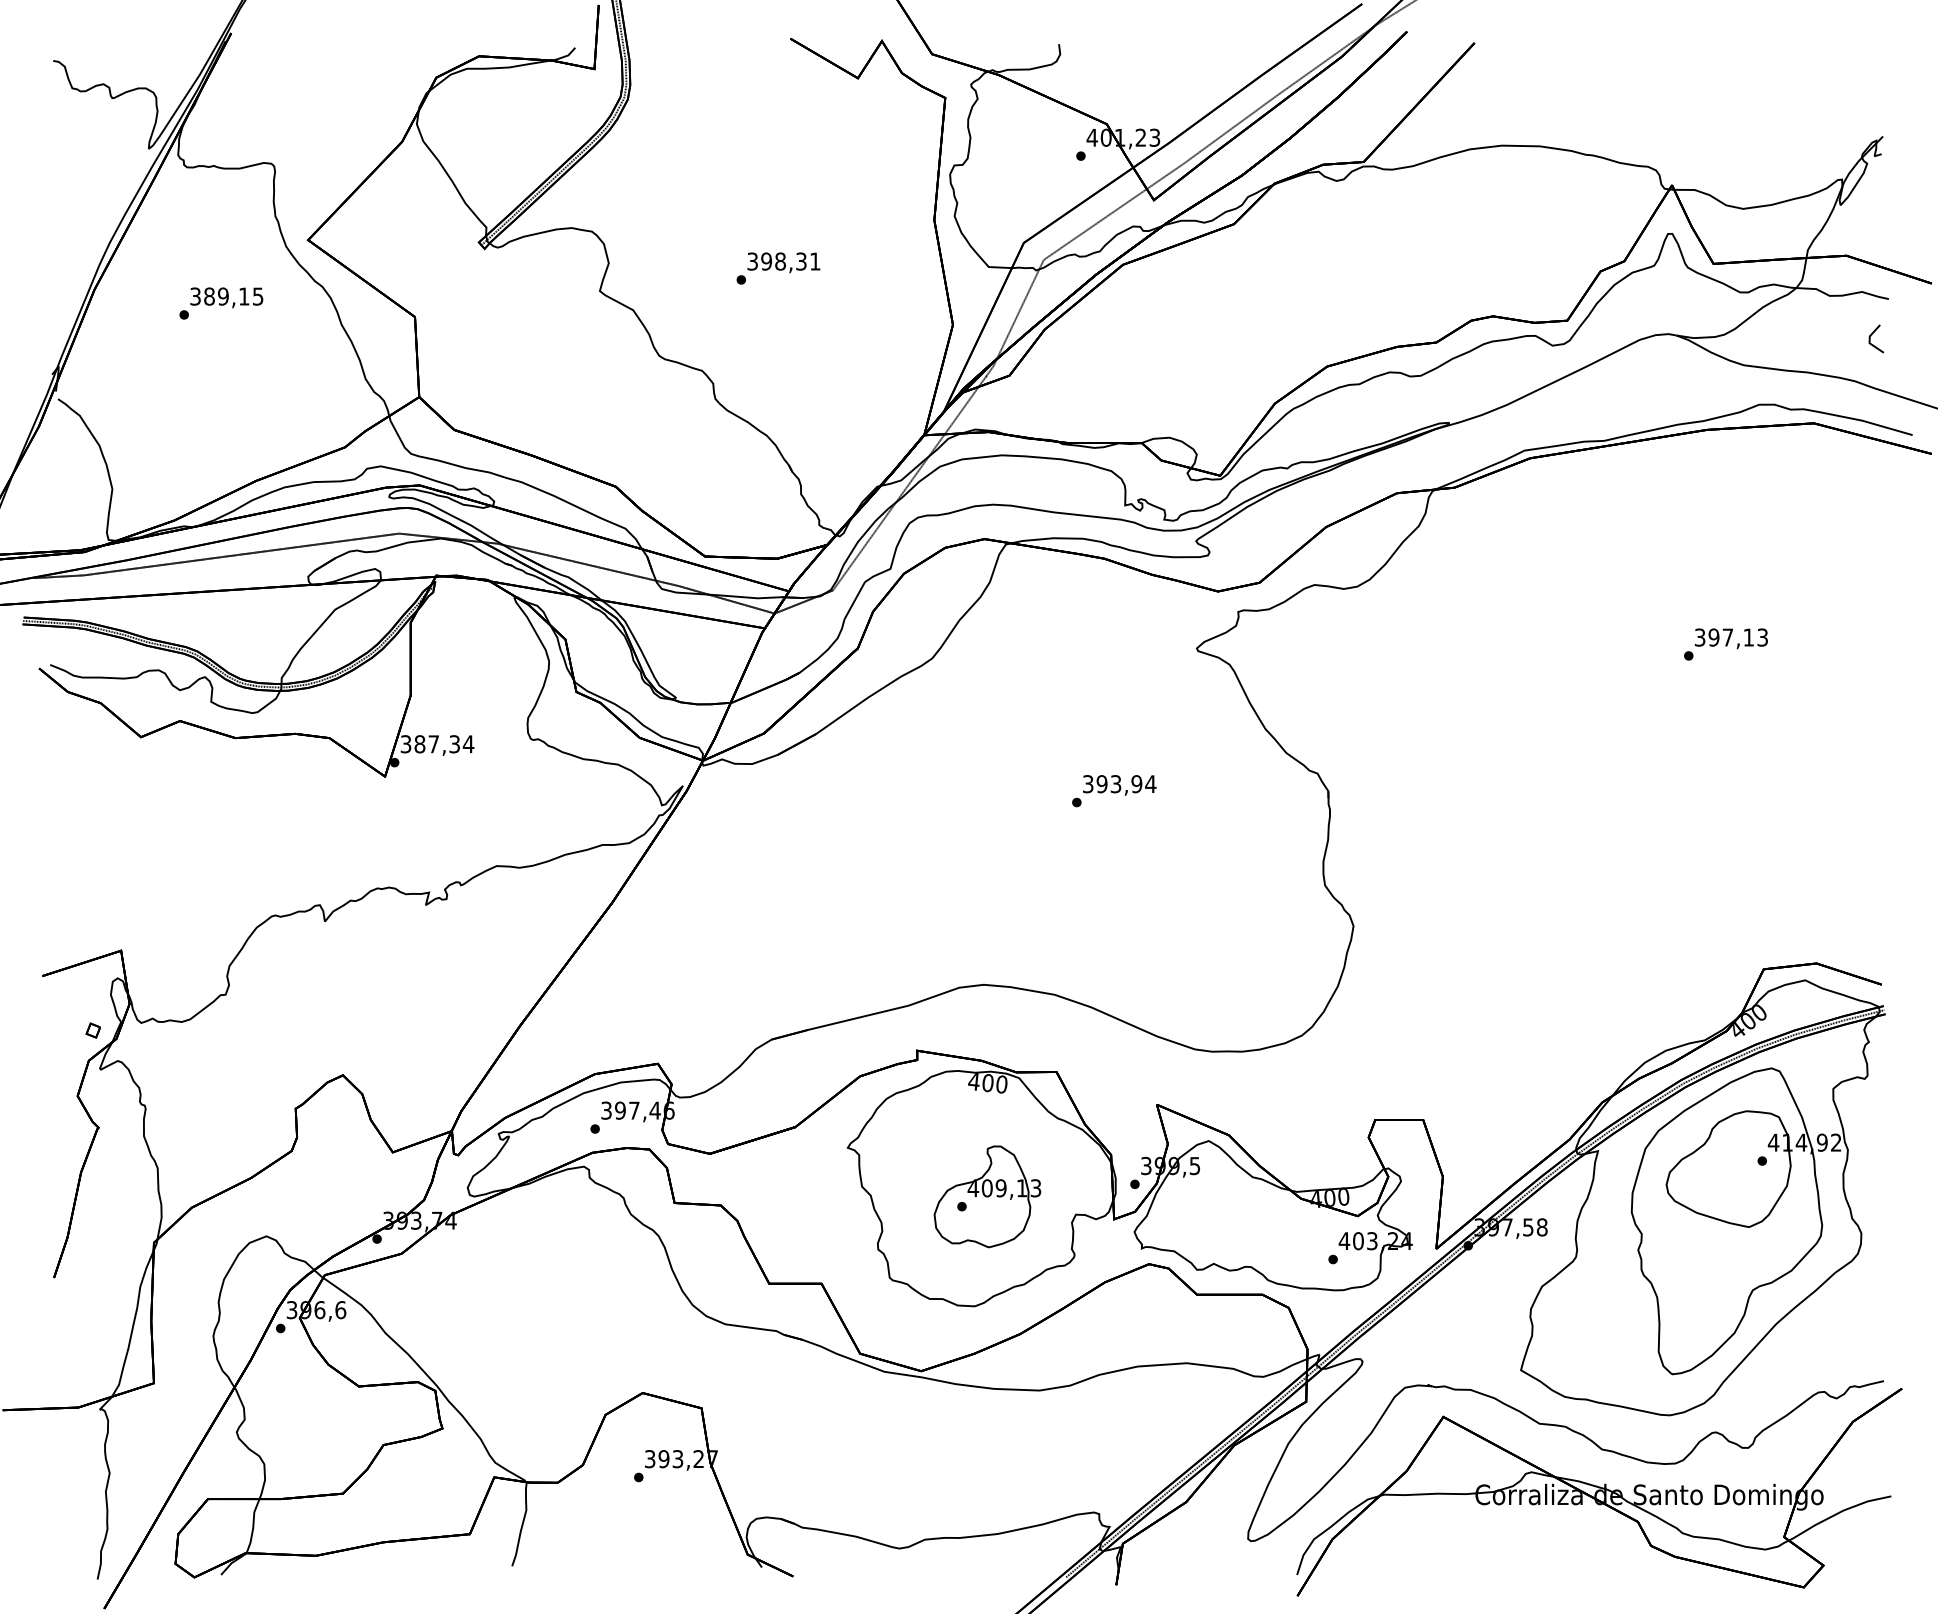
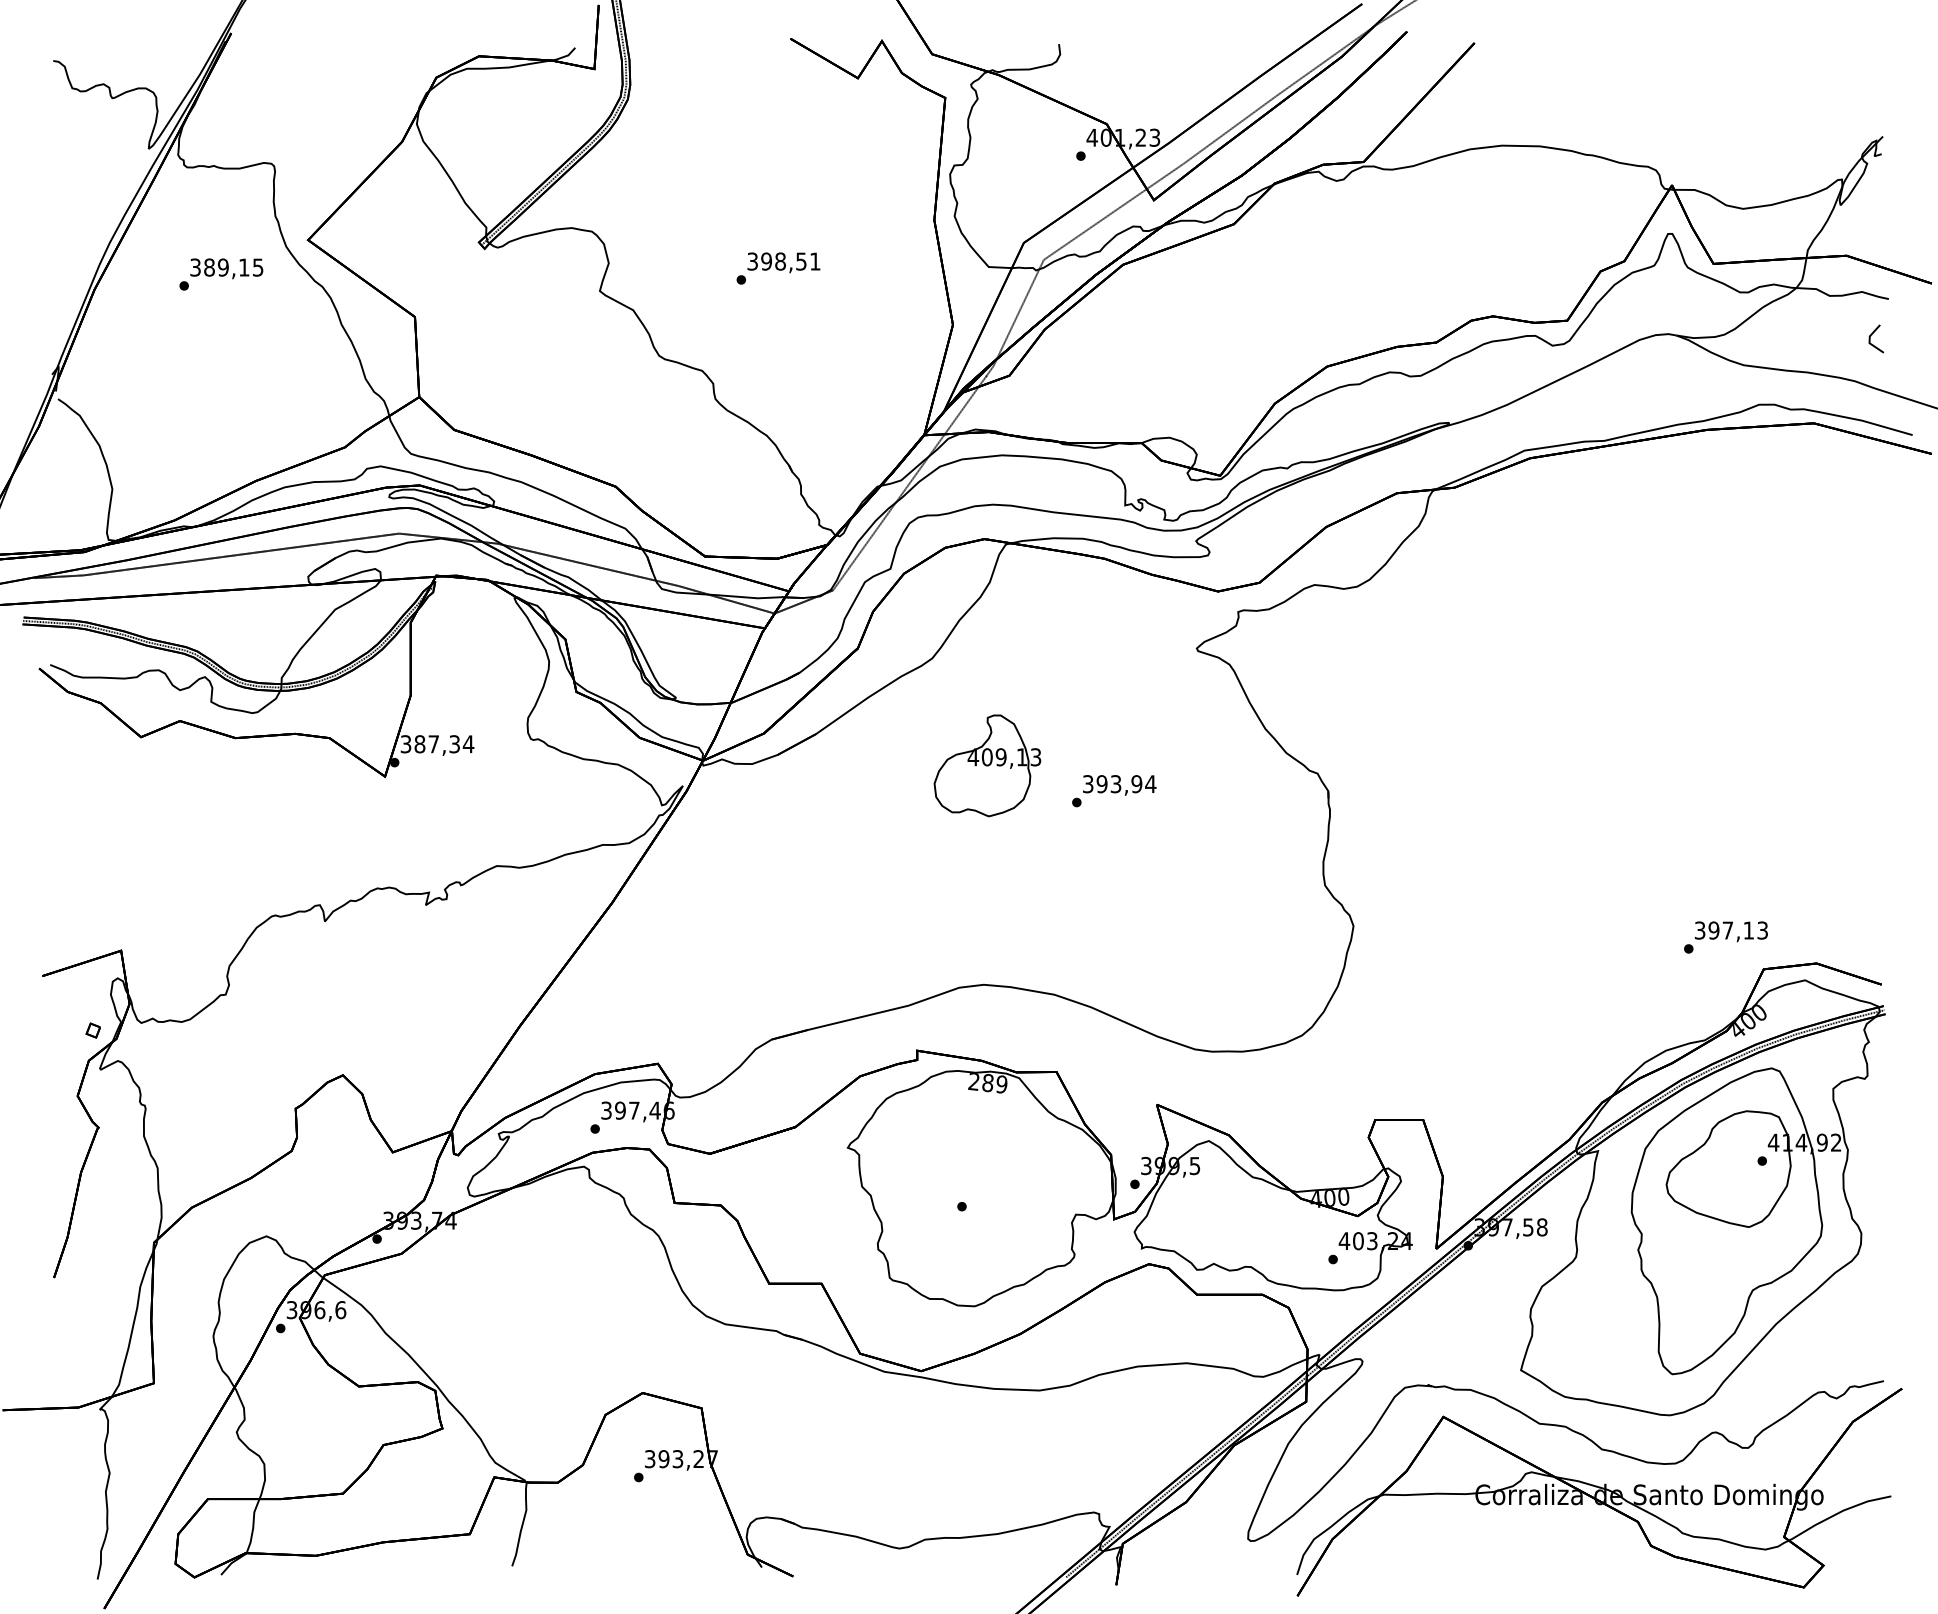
text at (801, 260): 398,31 -> 398,51
text at (221, 303) position: (221, 303) -> (221, 274)
text at (1725, 644) position: (1725, 644) -> (1725, 937)
text at (987, 1083): 400 -> 289
part at (987, 1196) position: (987, 1196) -> (987, 765)
